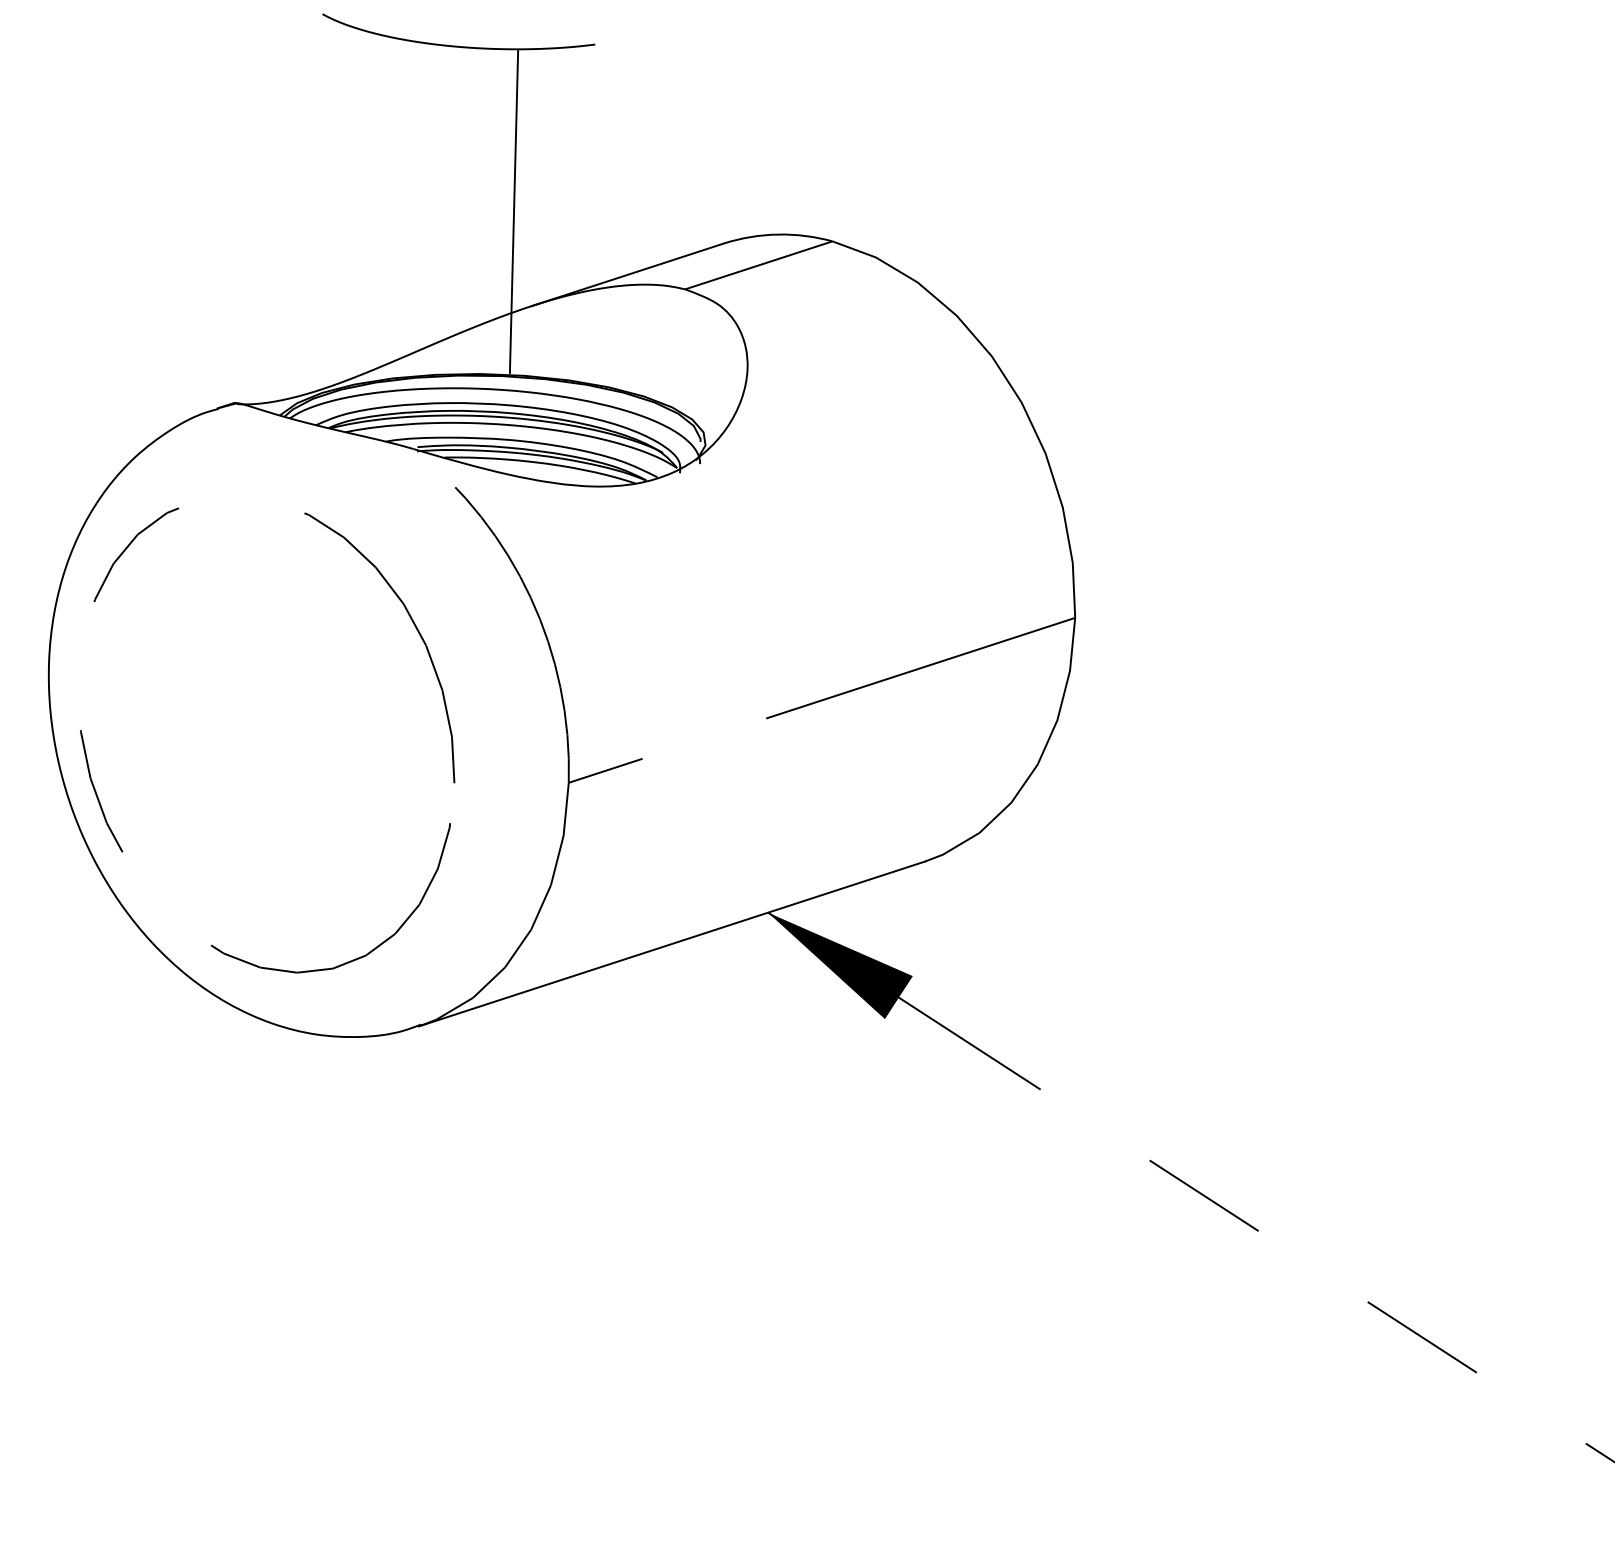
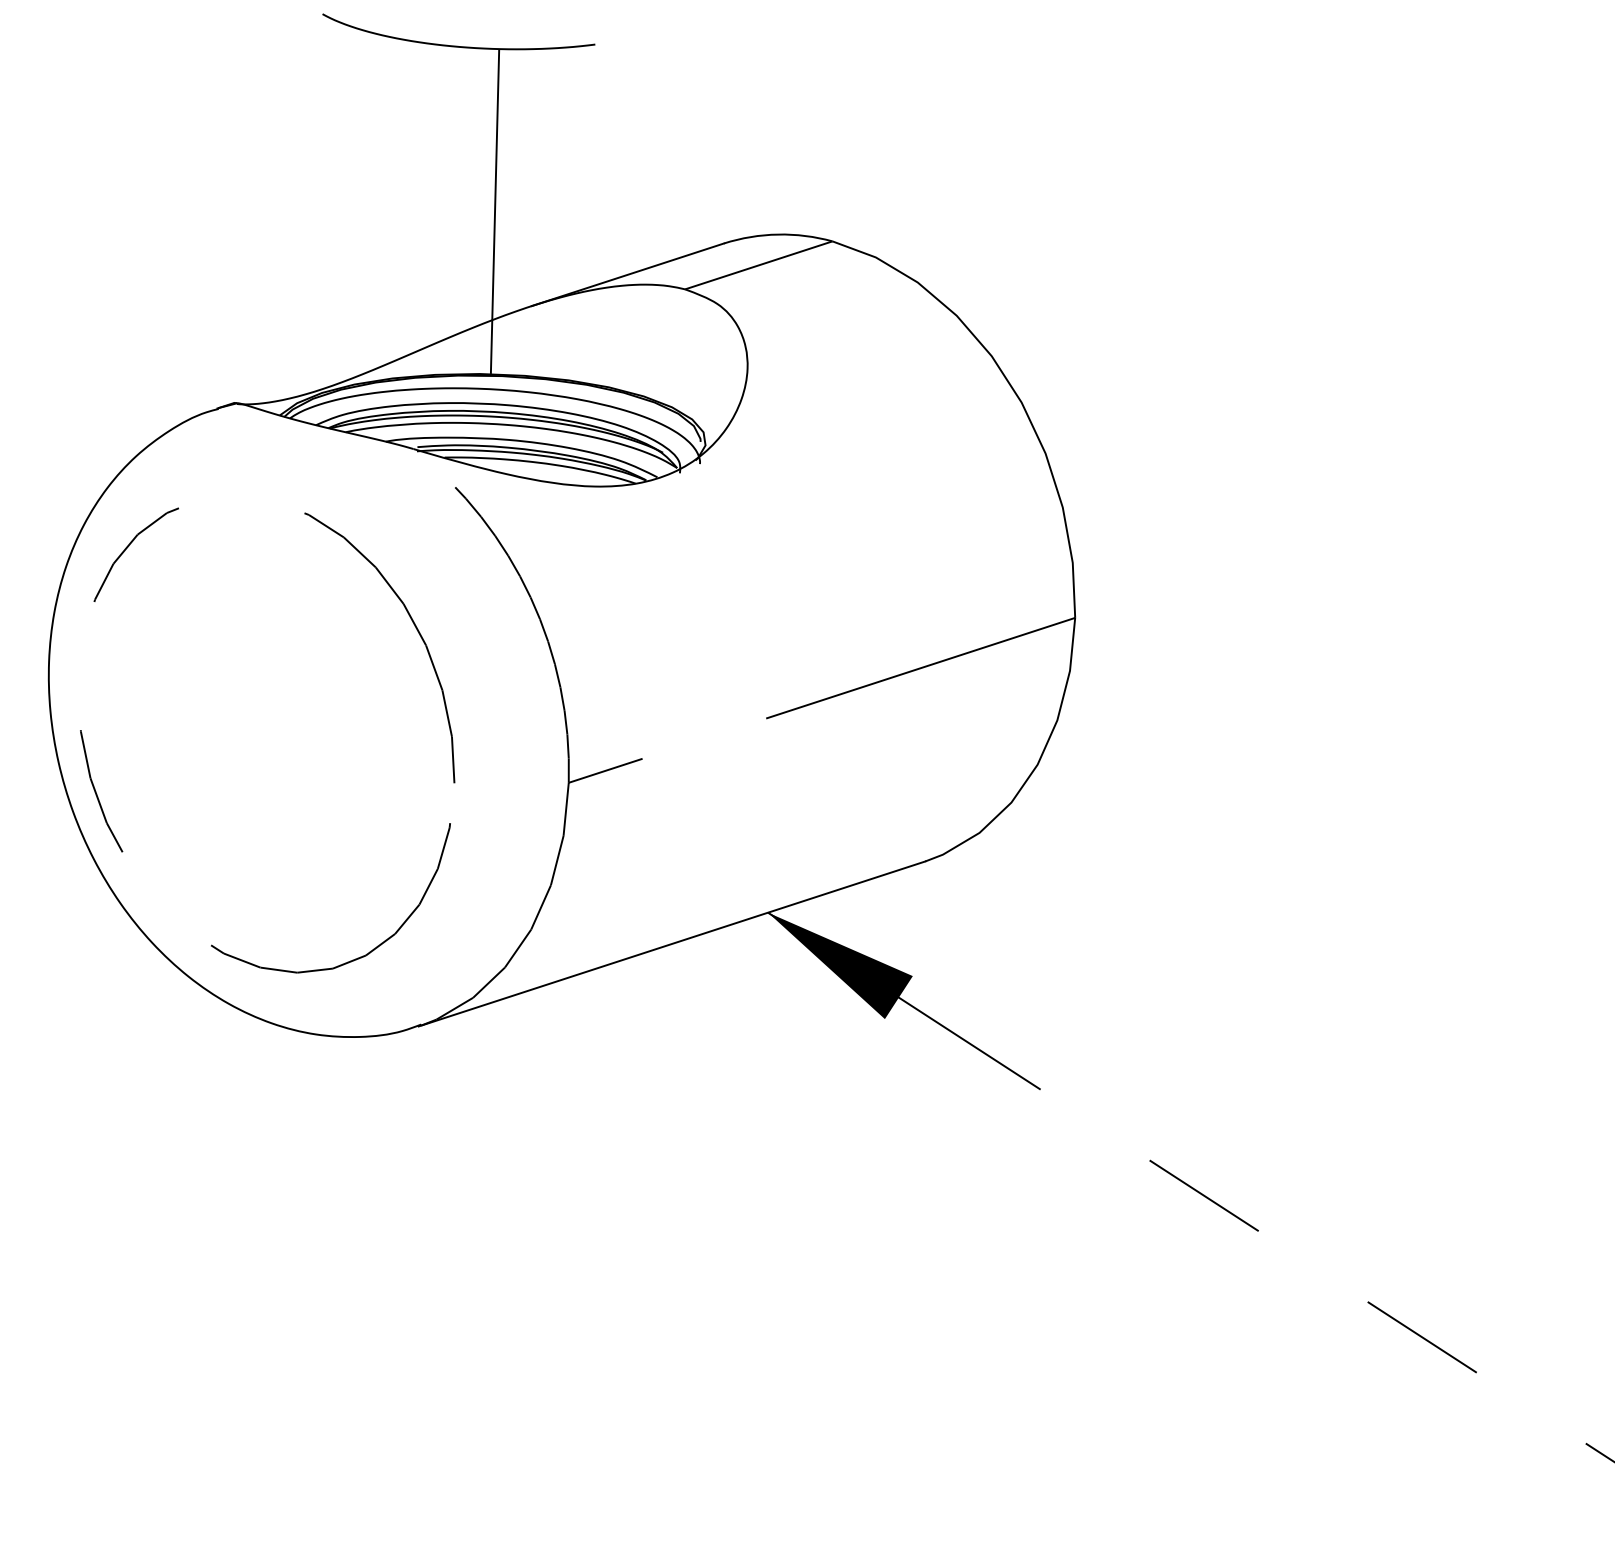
line at (513, 242) position: (513, 242) -> (494, 242)
